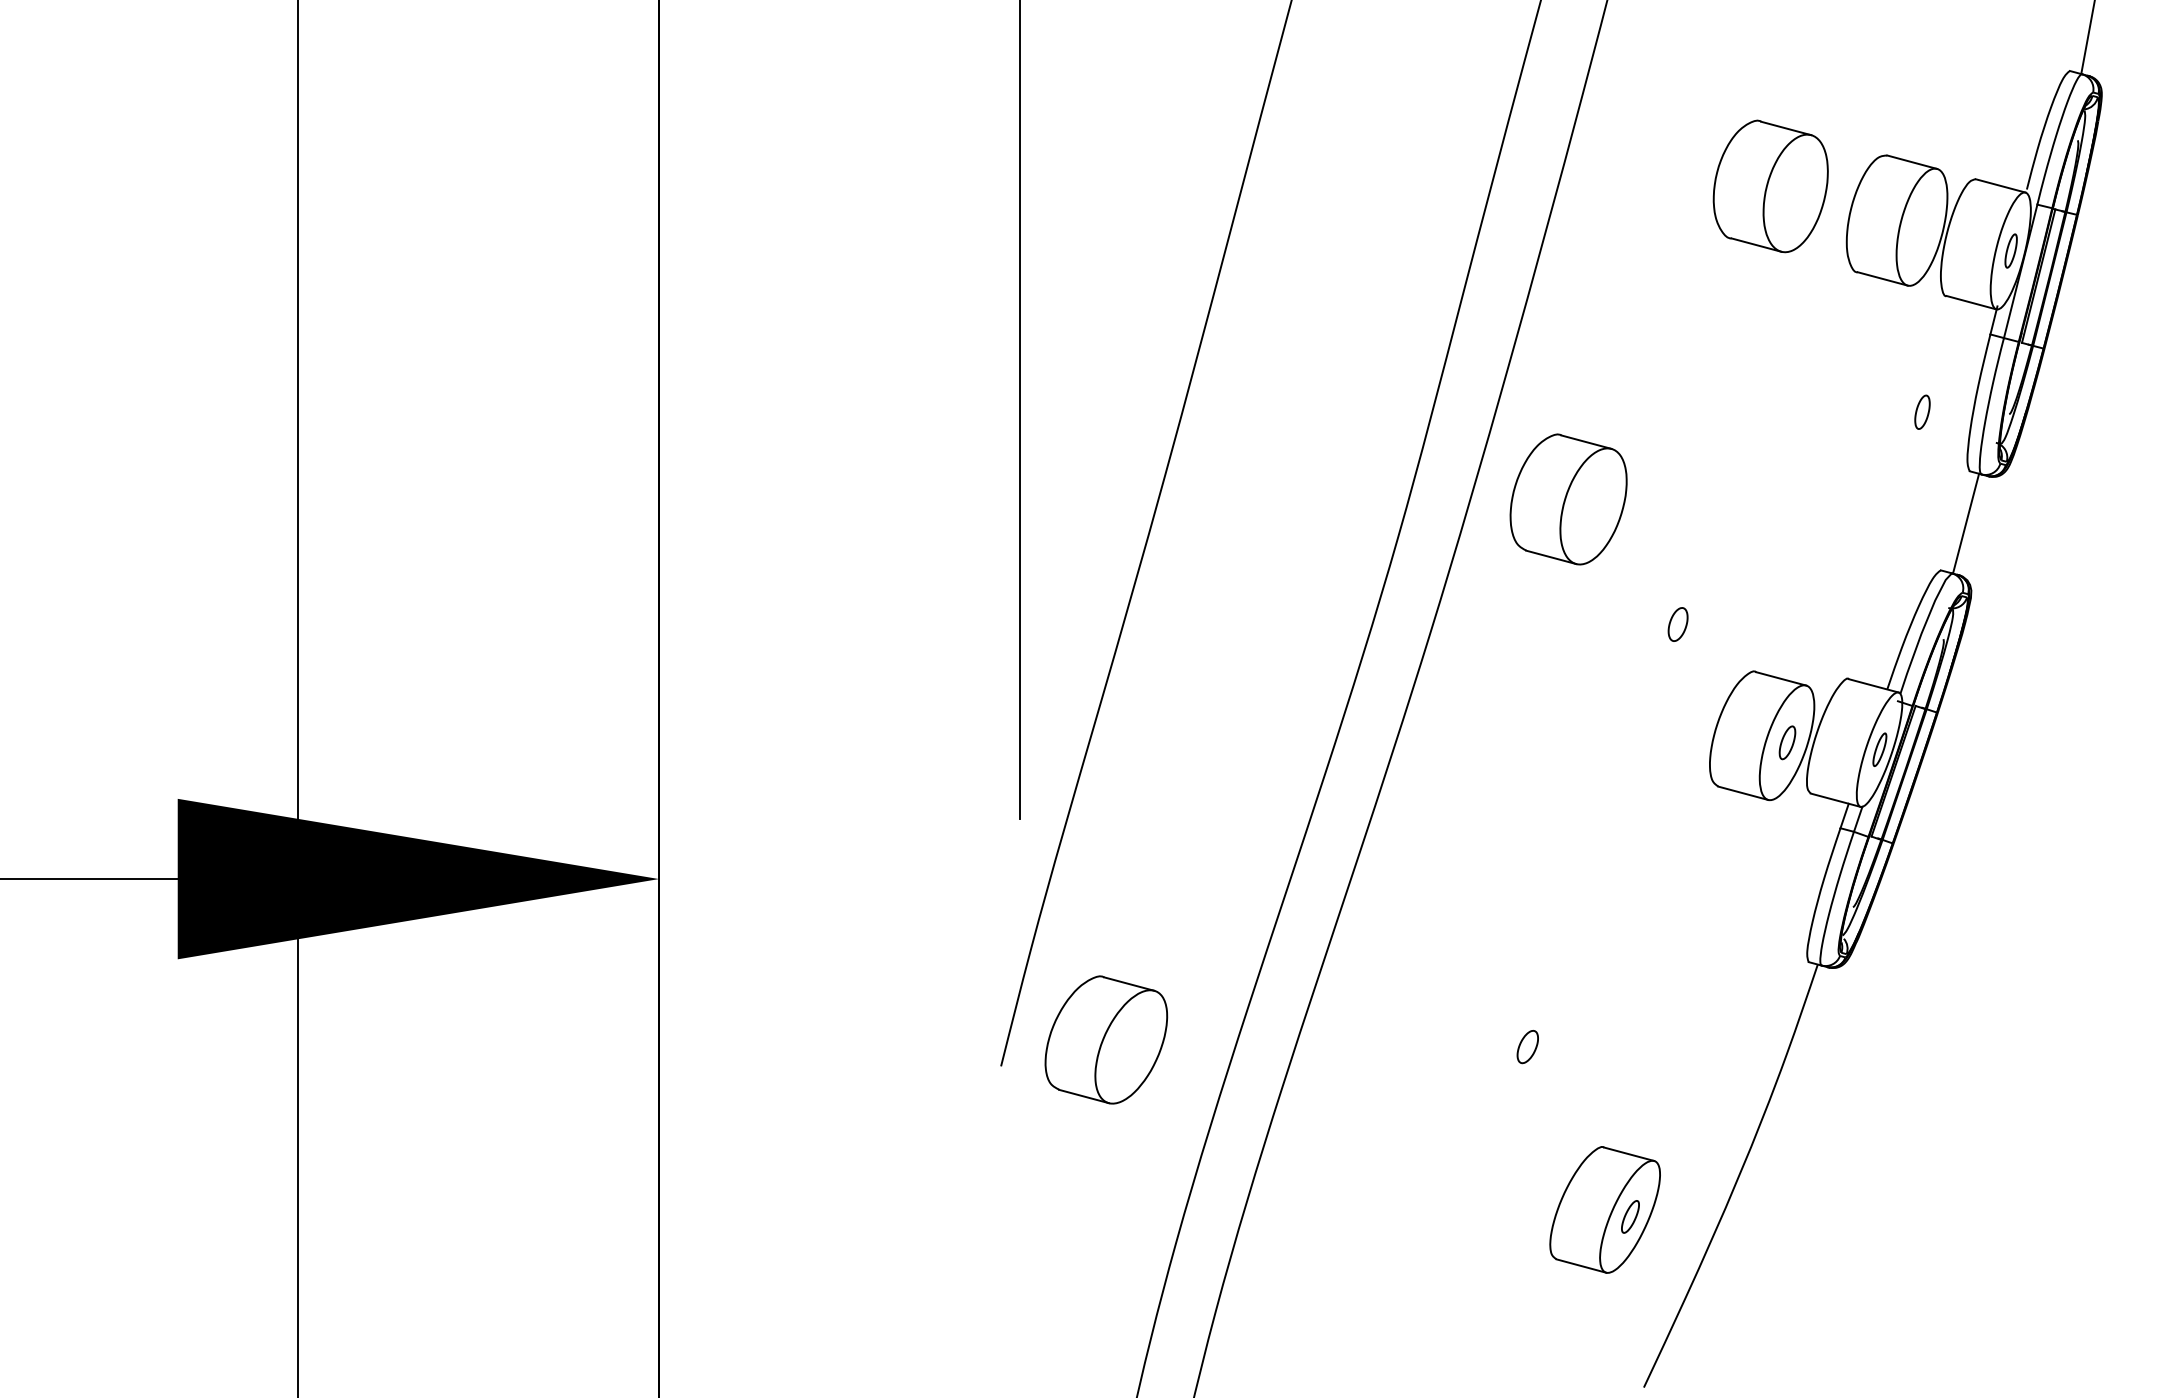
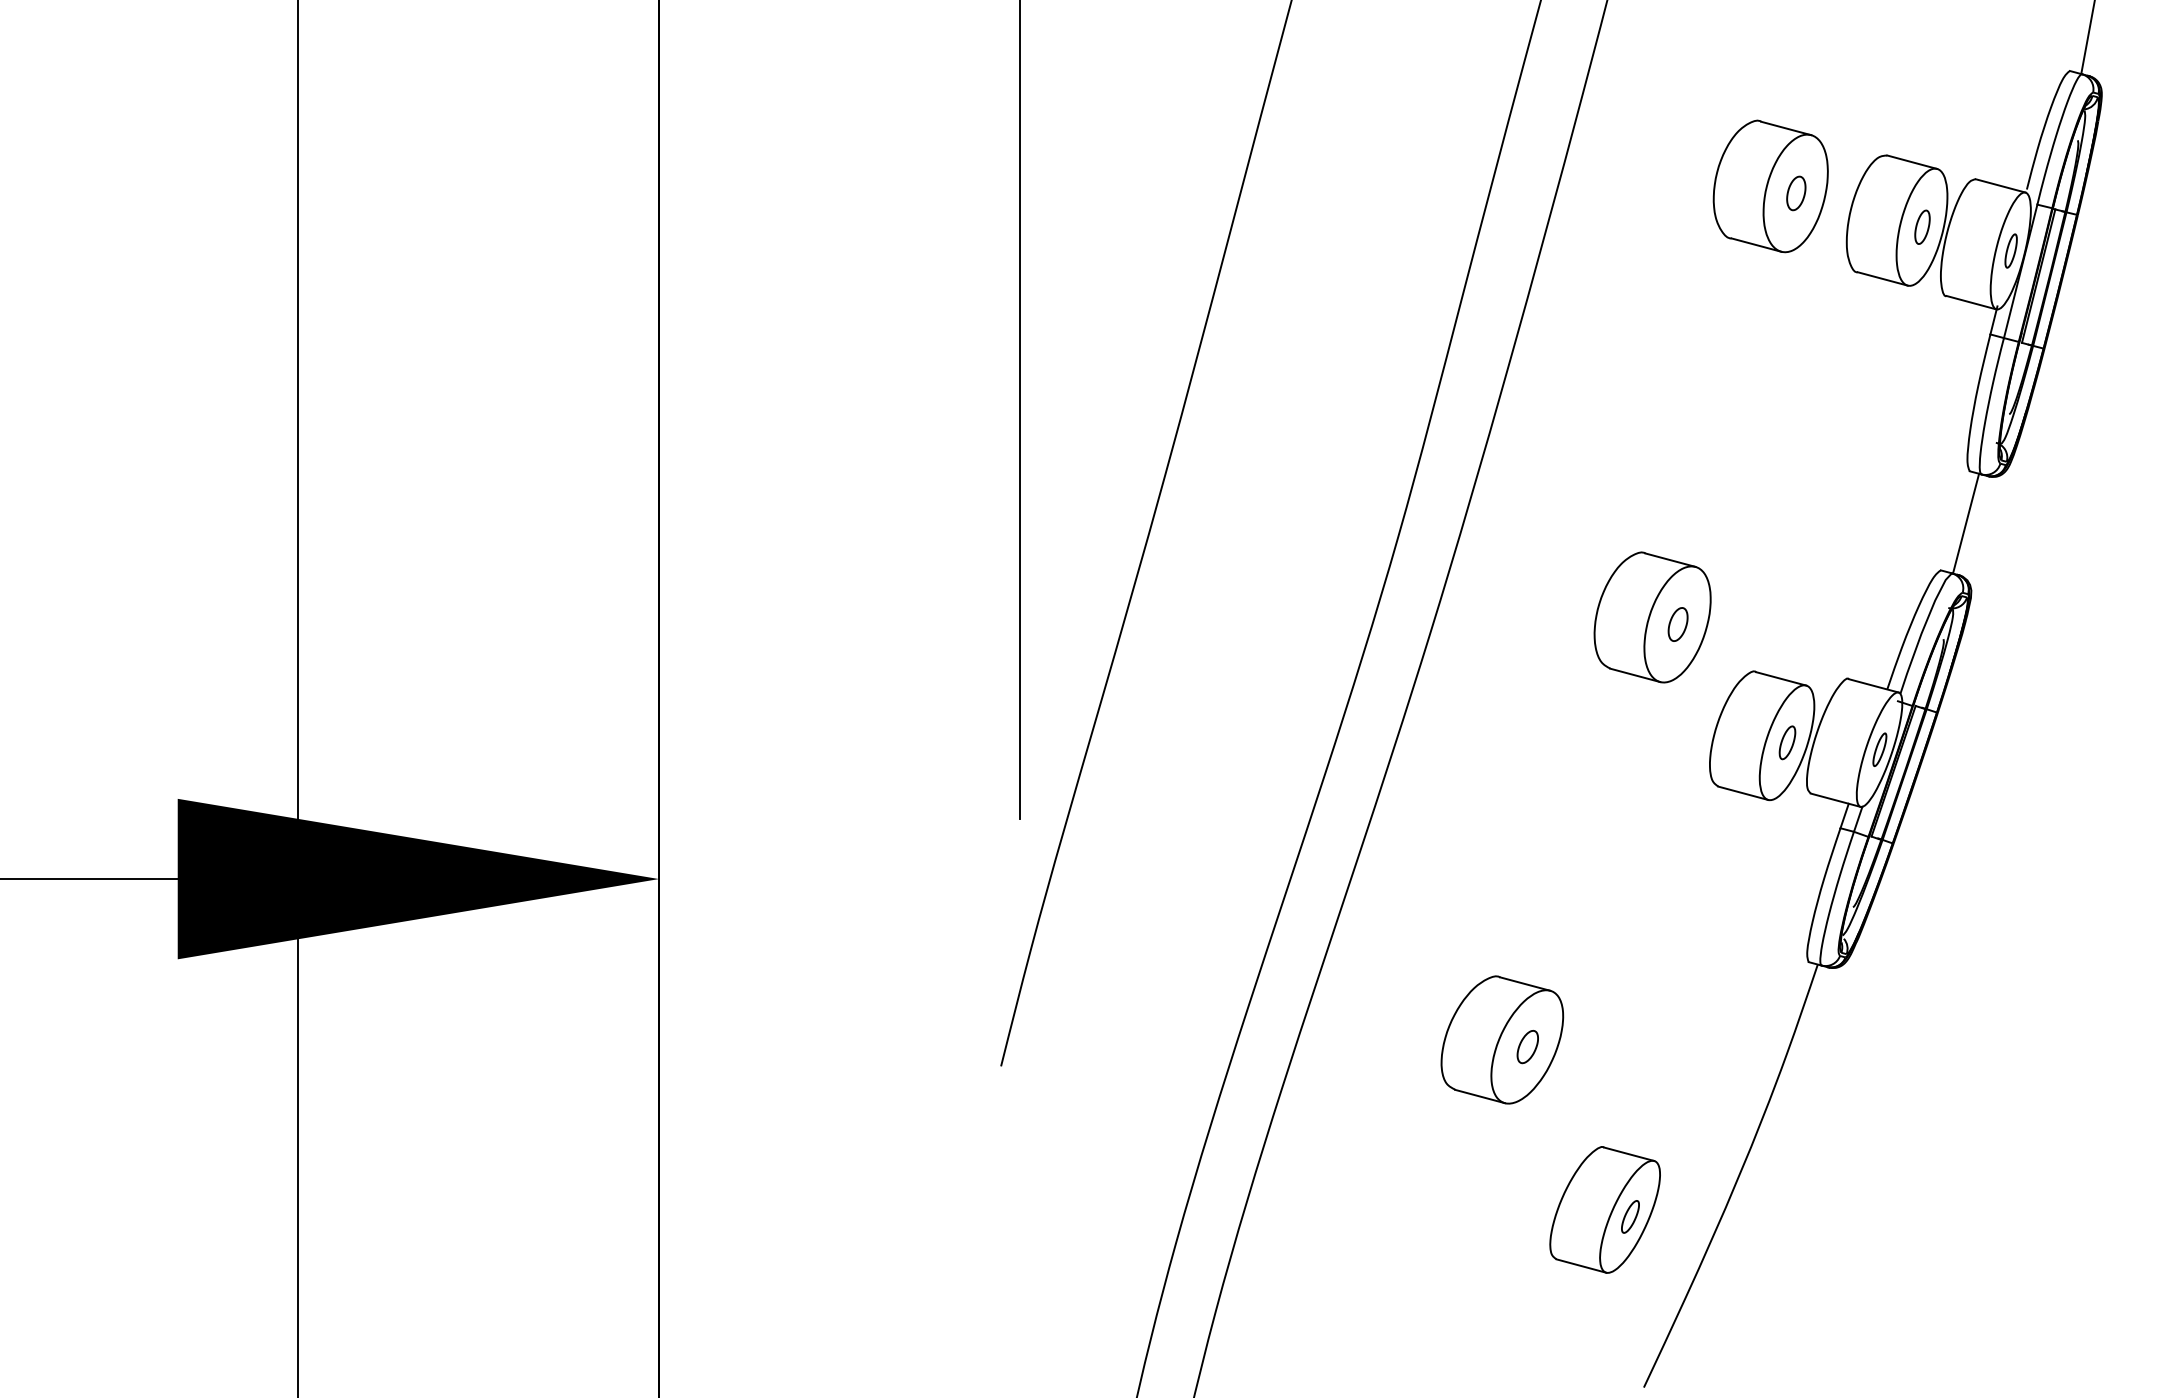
part at (1796, 193): none -> present
part at (1922, 411) position: (1922, 411) -> (1922, 226)
part at (1568, 499) position: (1568, 499) -> (1652, 617)
part at (1106, 1039) position: (1106, 1039) -> (1502, 1039)
